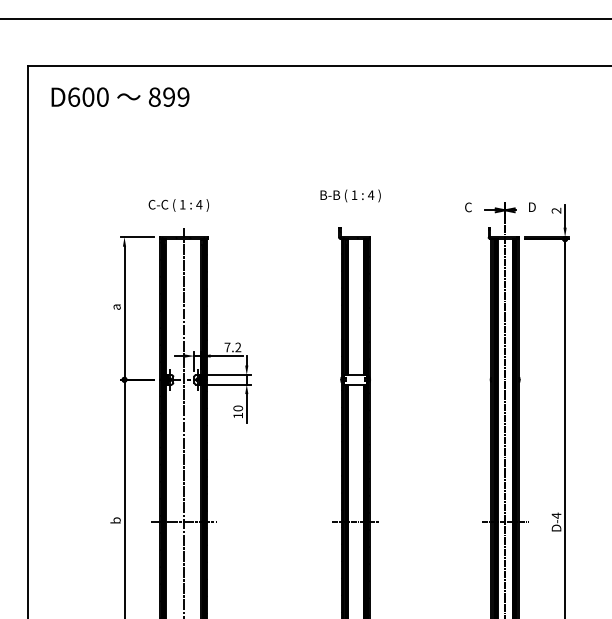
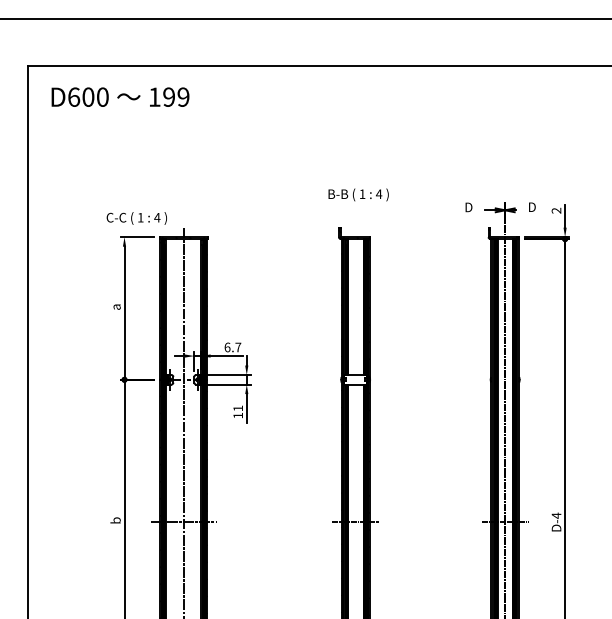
text at (154, 96): 899 -> 199
text at (350, 195) position: (350, 195) -> (358, 194)
text at (178, 205) position: (178, 205) -> (136, 218)
text at (468, 207): C -> D
text at (232, 347): 7.2 -> 6.7
text at (238, 408): 10 -> 11
